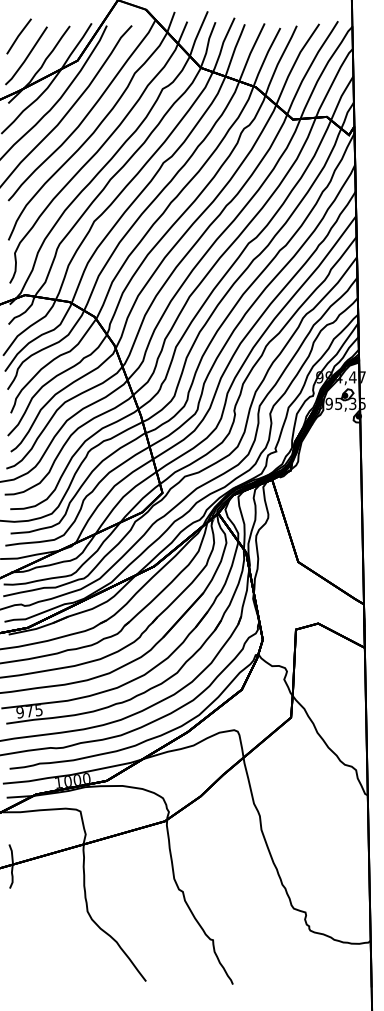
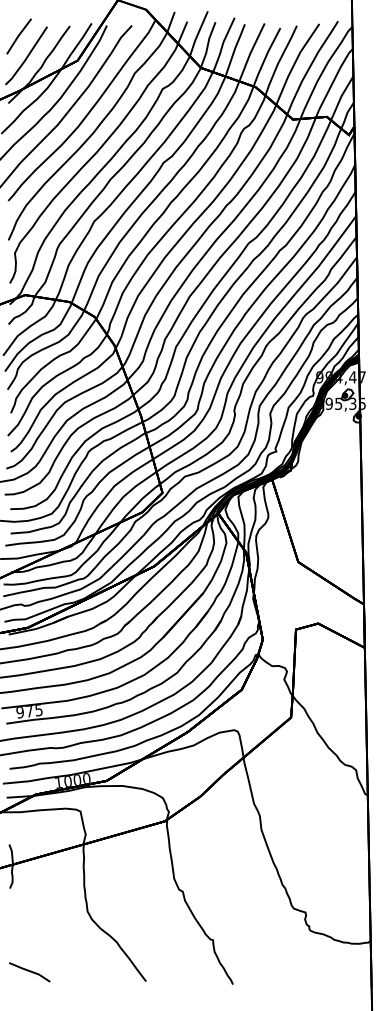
line at (29, 971): none -> present
